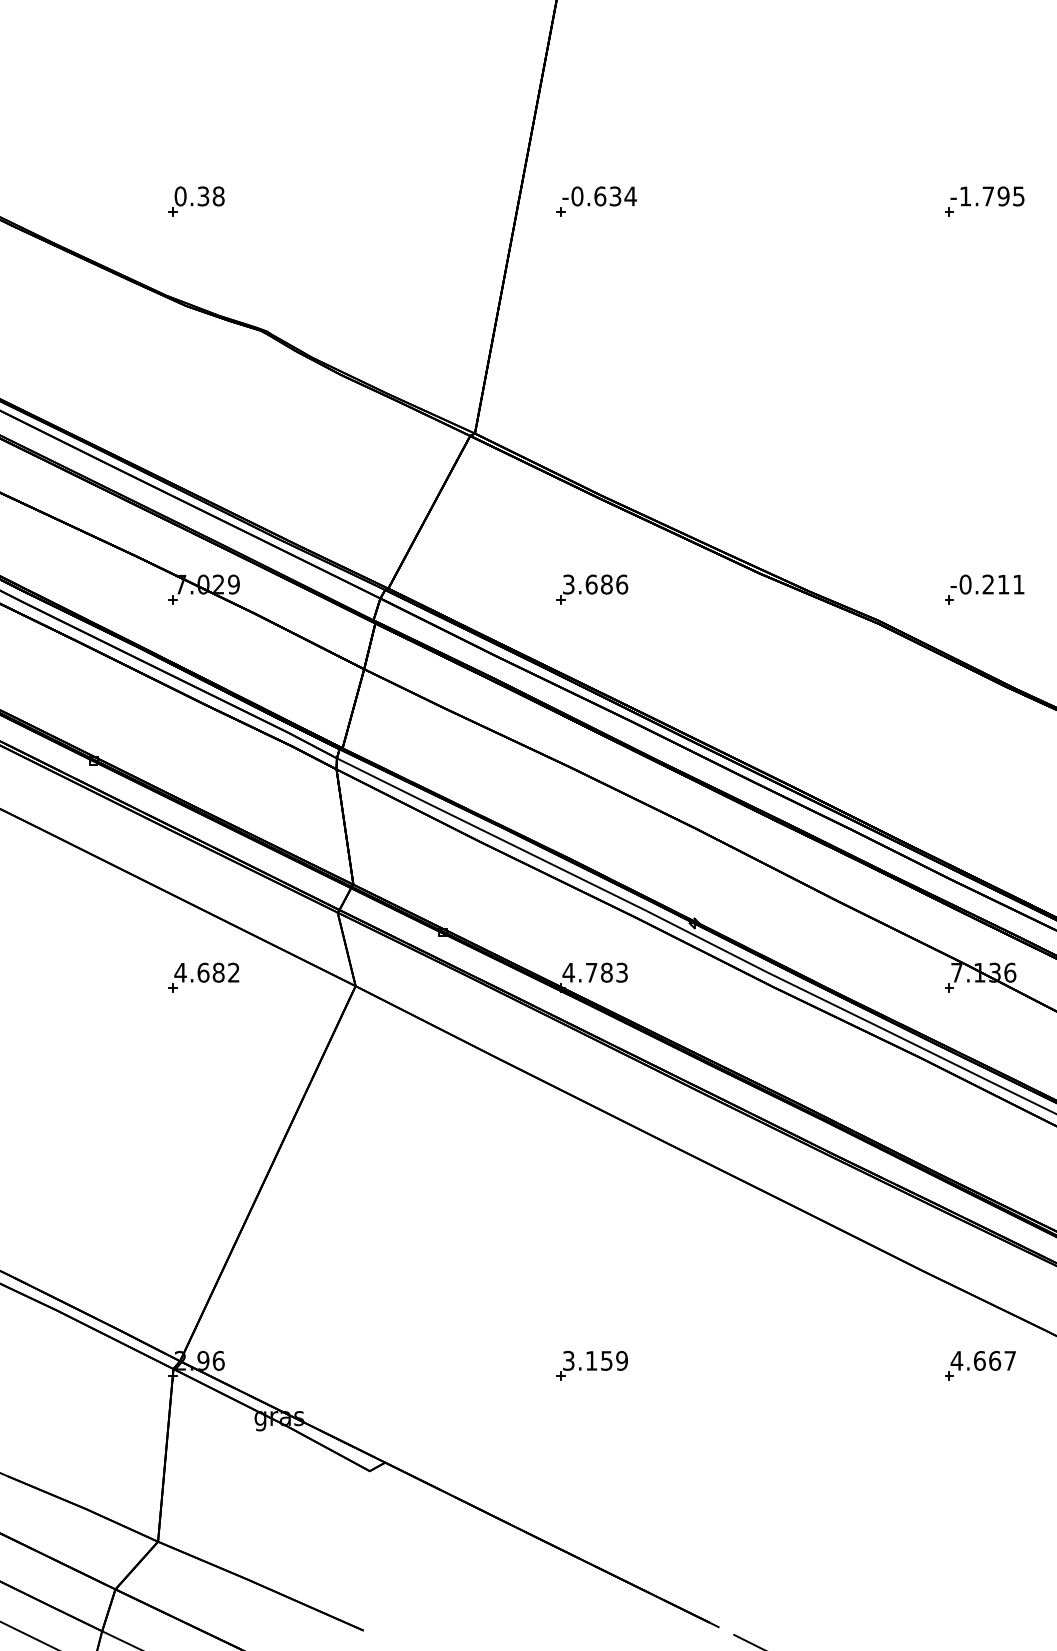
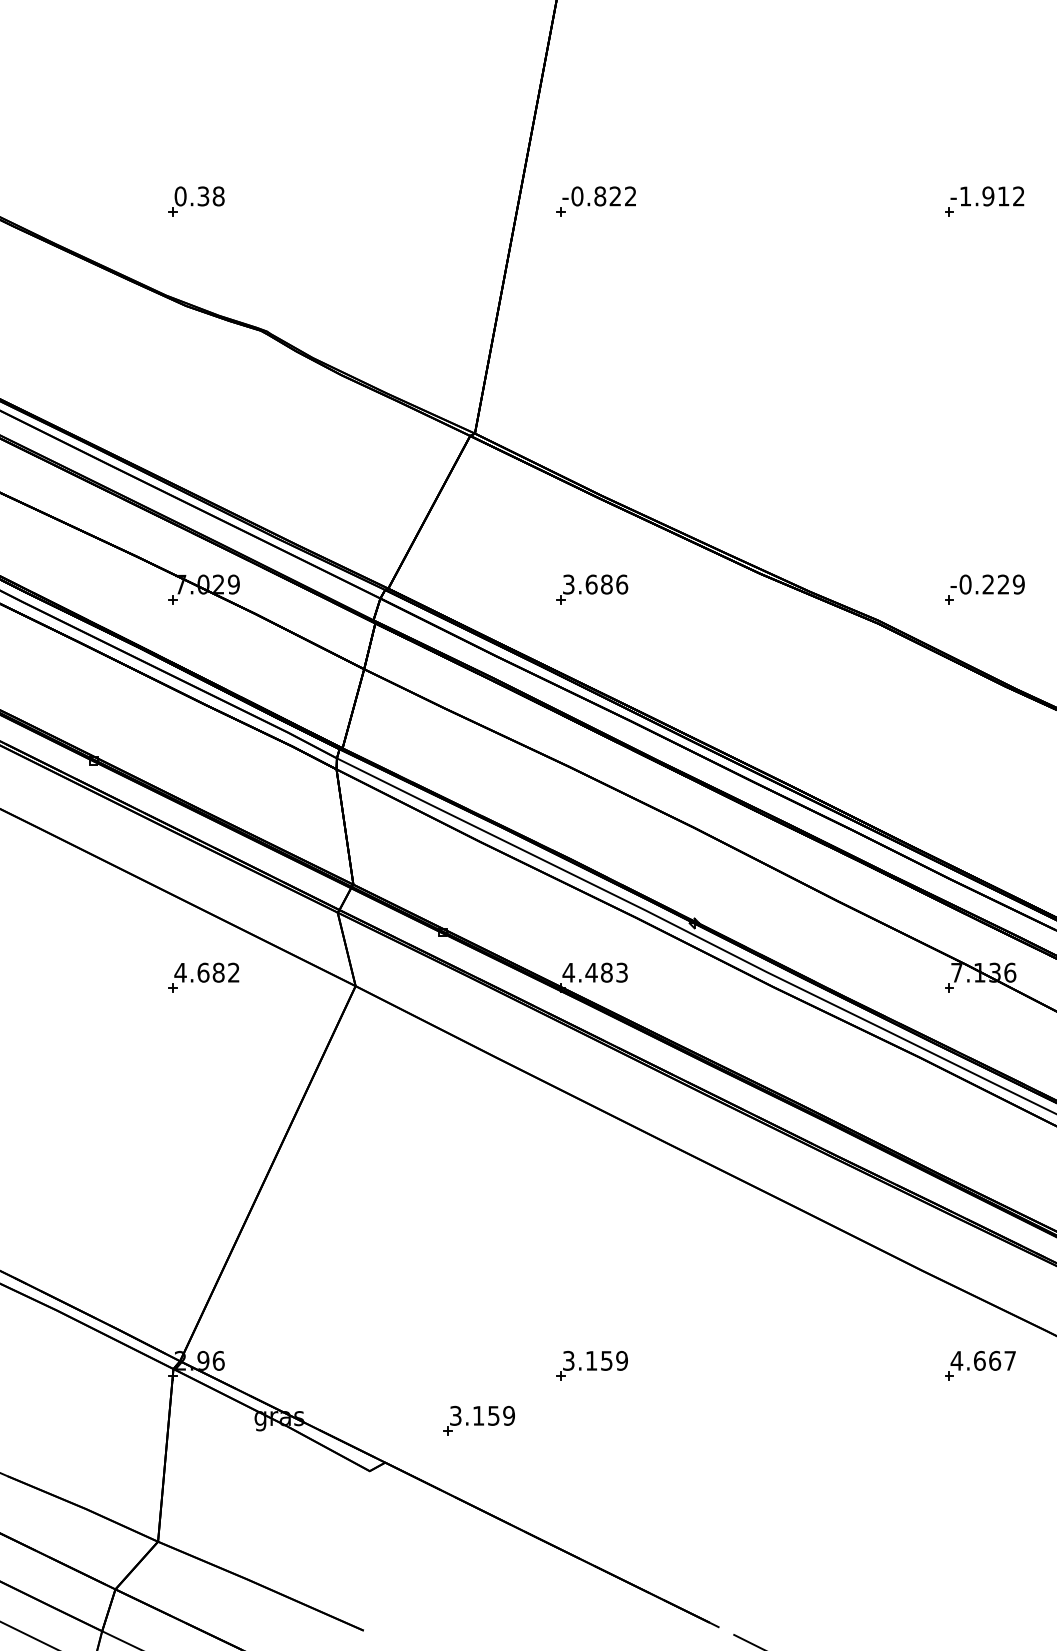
text at (615, 196): -0.634 -> -0.822
text at (1003, 196): -1.795 -> -1.912
text at (1010, 584): -0.211 -> -0.229
text at (591, 972): 4.783 -> 4.483
part at (478, 1420): none -> present
